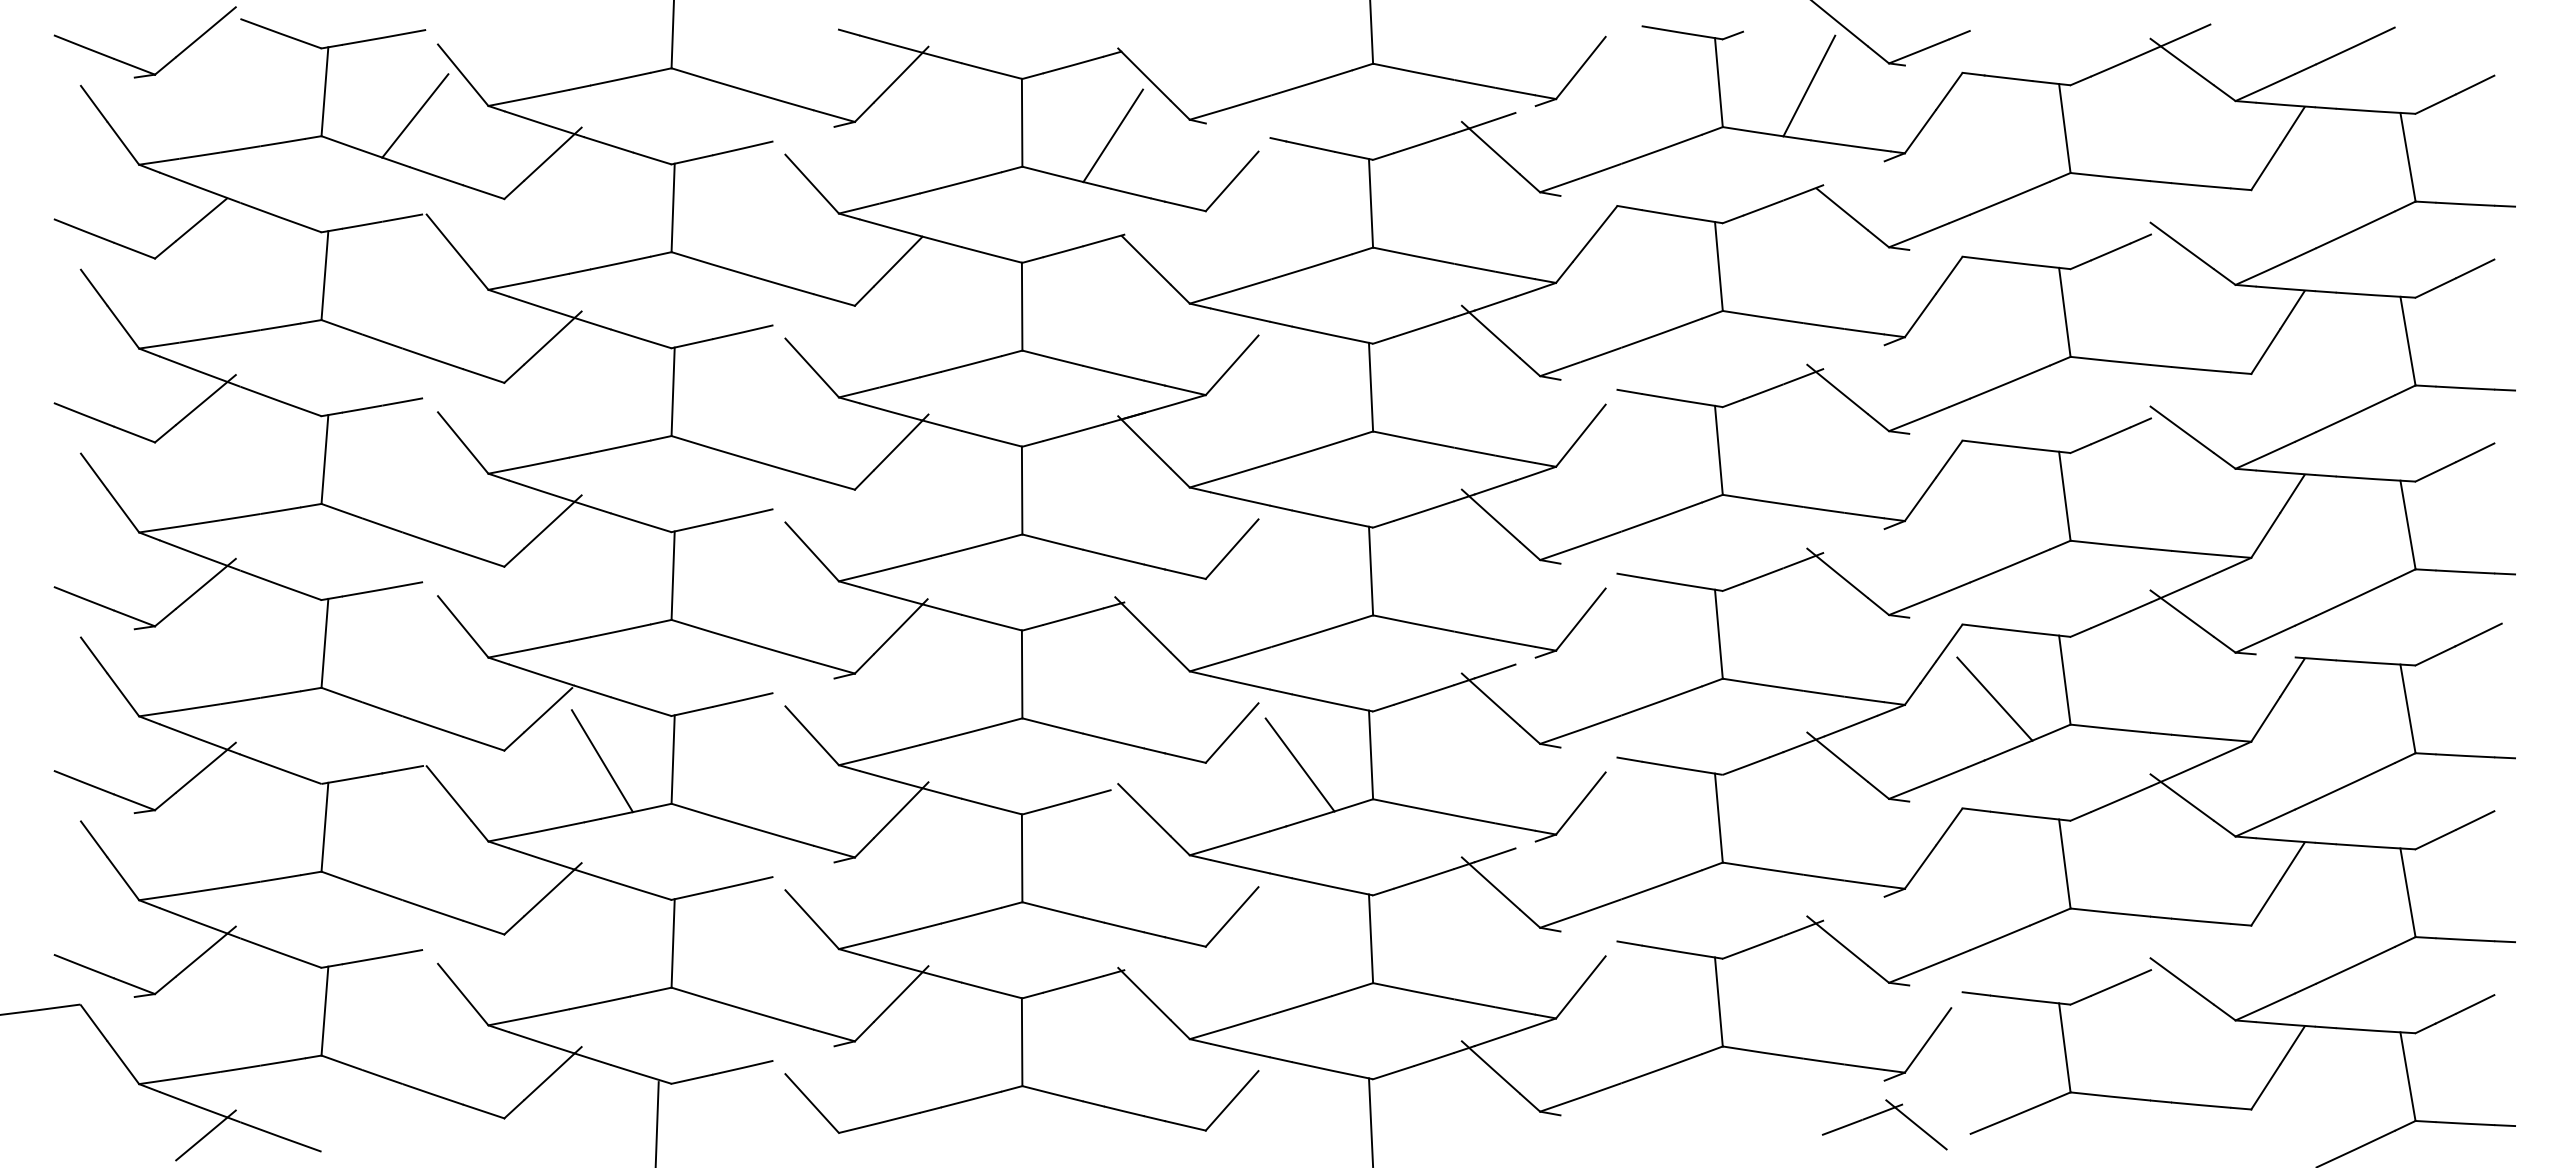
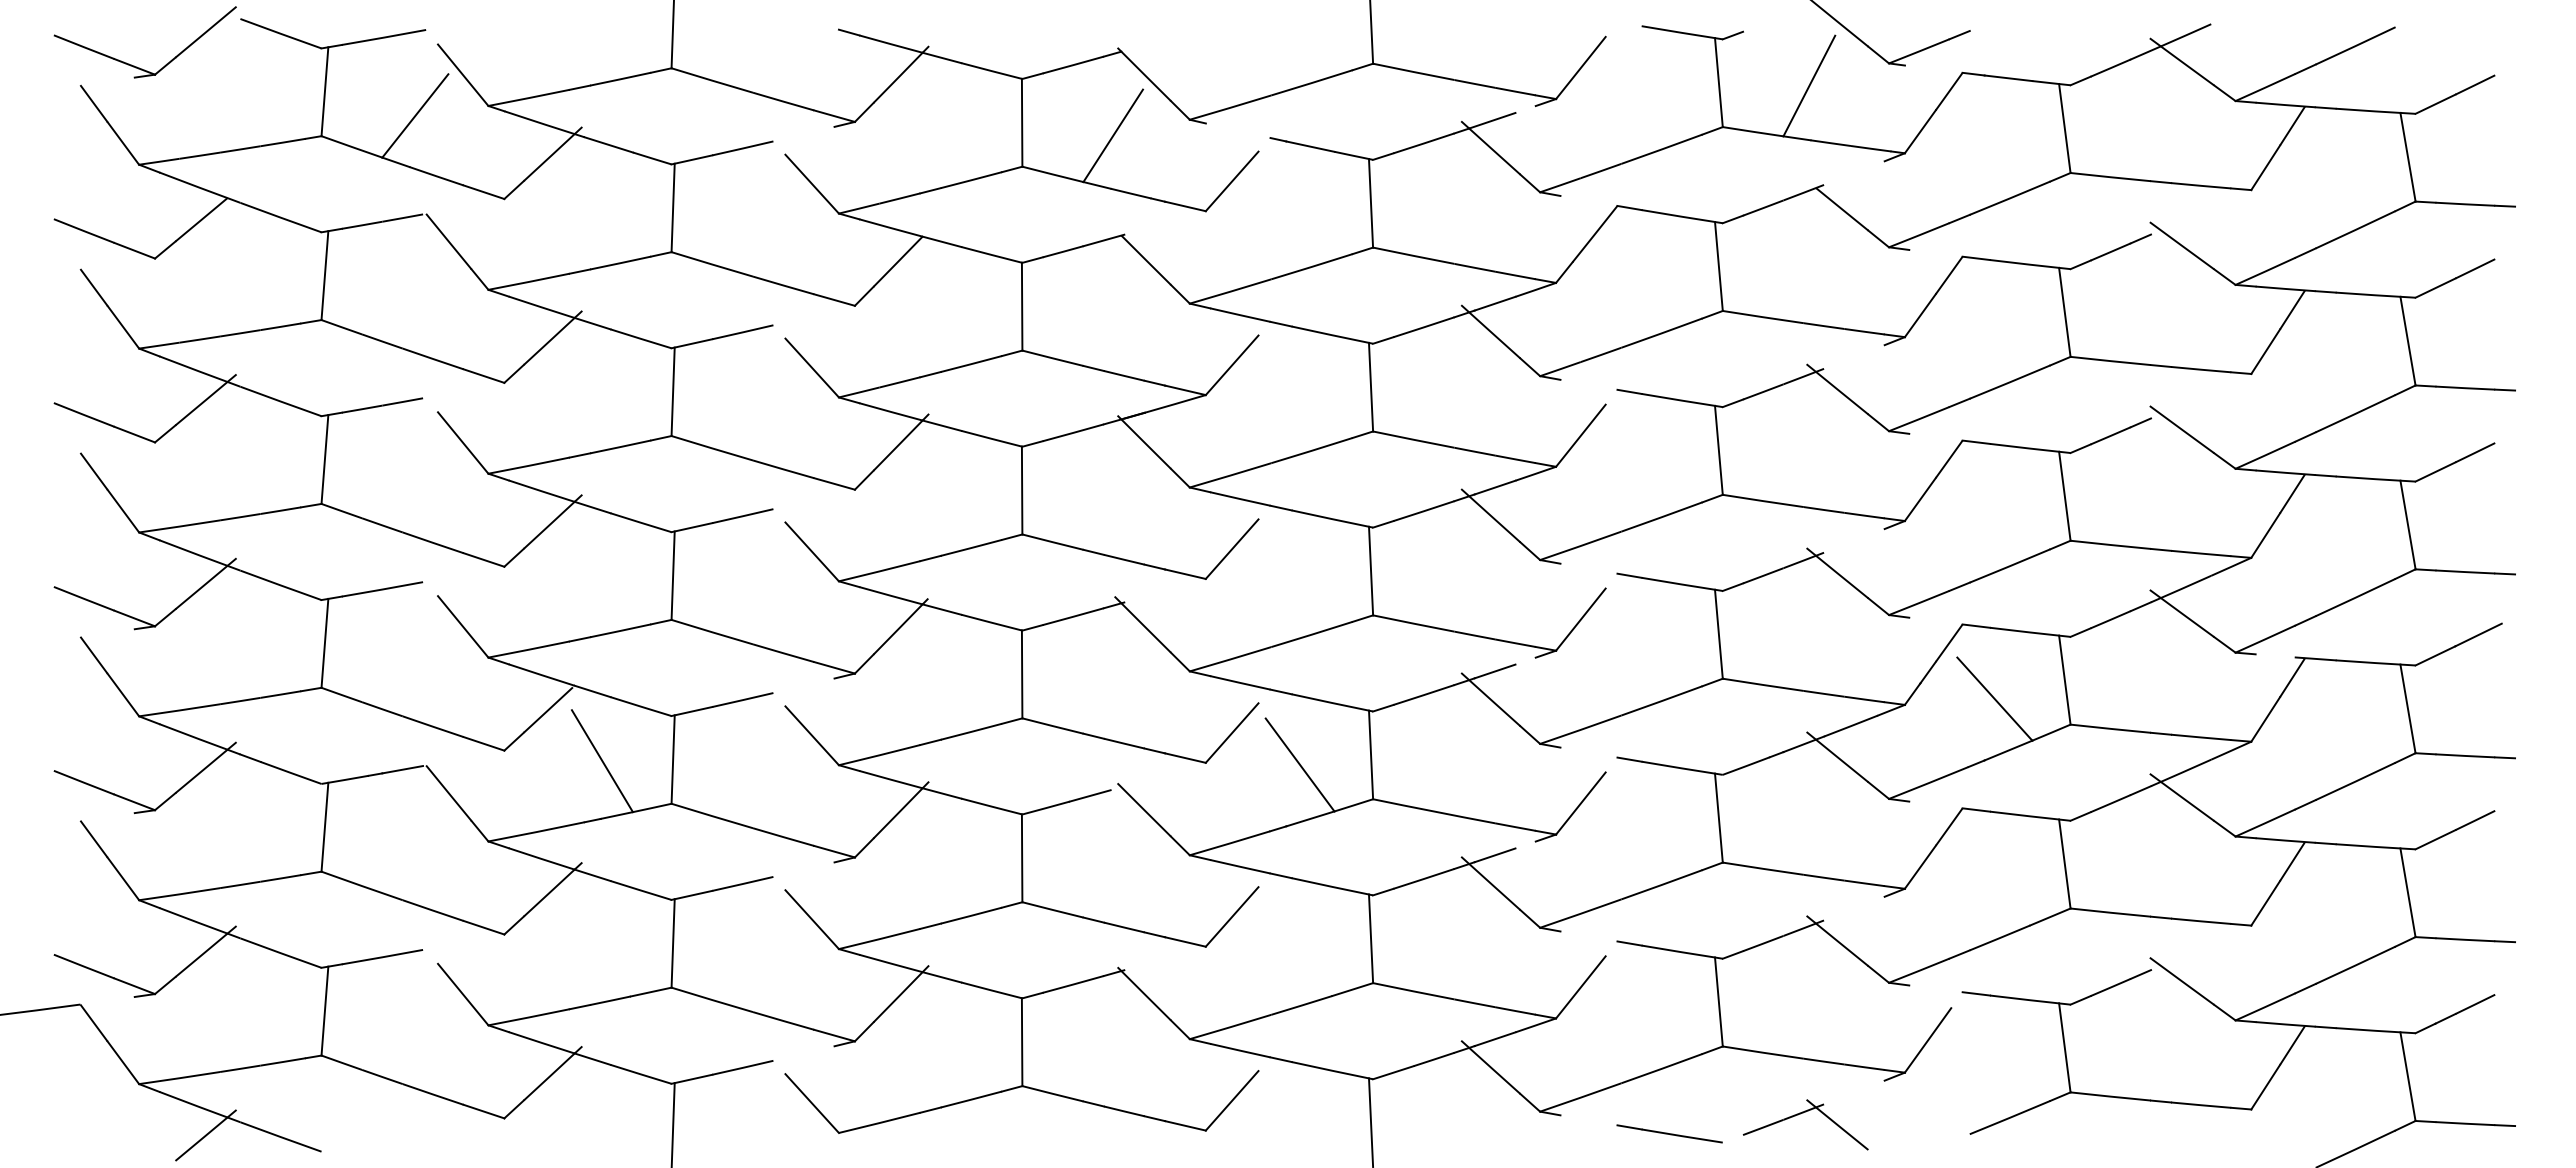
part at (1882, 1113) position: (1882, 1113) -> (1803, 1113)
line at (656, 1123) position: (656, 1123) -> (672, 1123)
line at (1669, 1133): none -> present
